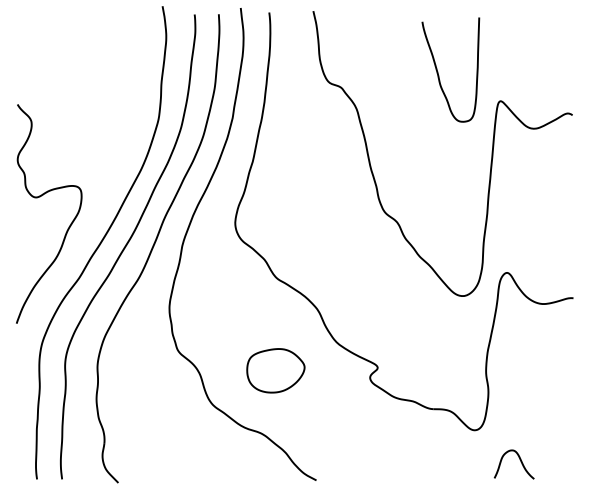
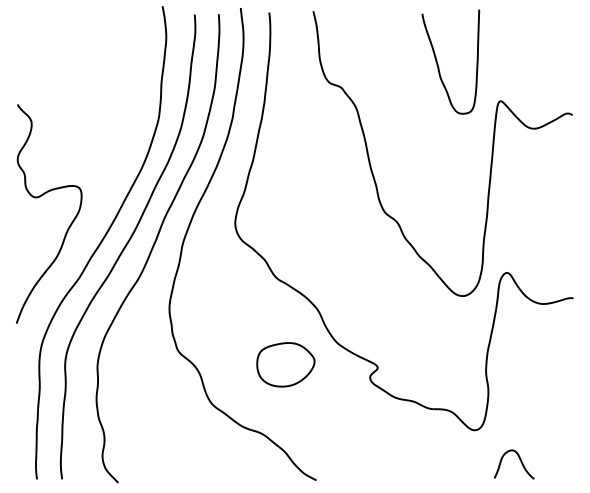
curve at (438, 71) position: (438, 71) -> (438, 63)
part at (275, 370) position: (275, 370) -> (285, 364)
